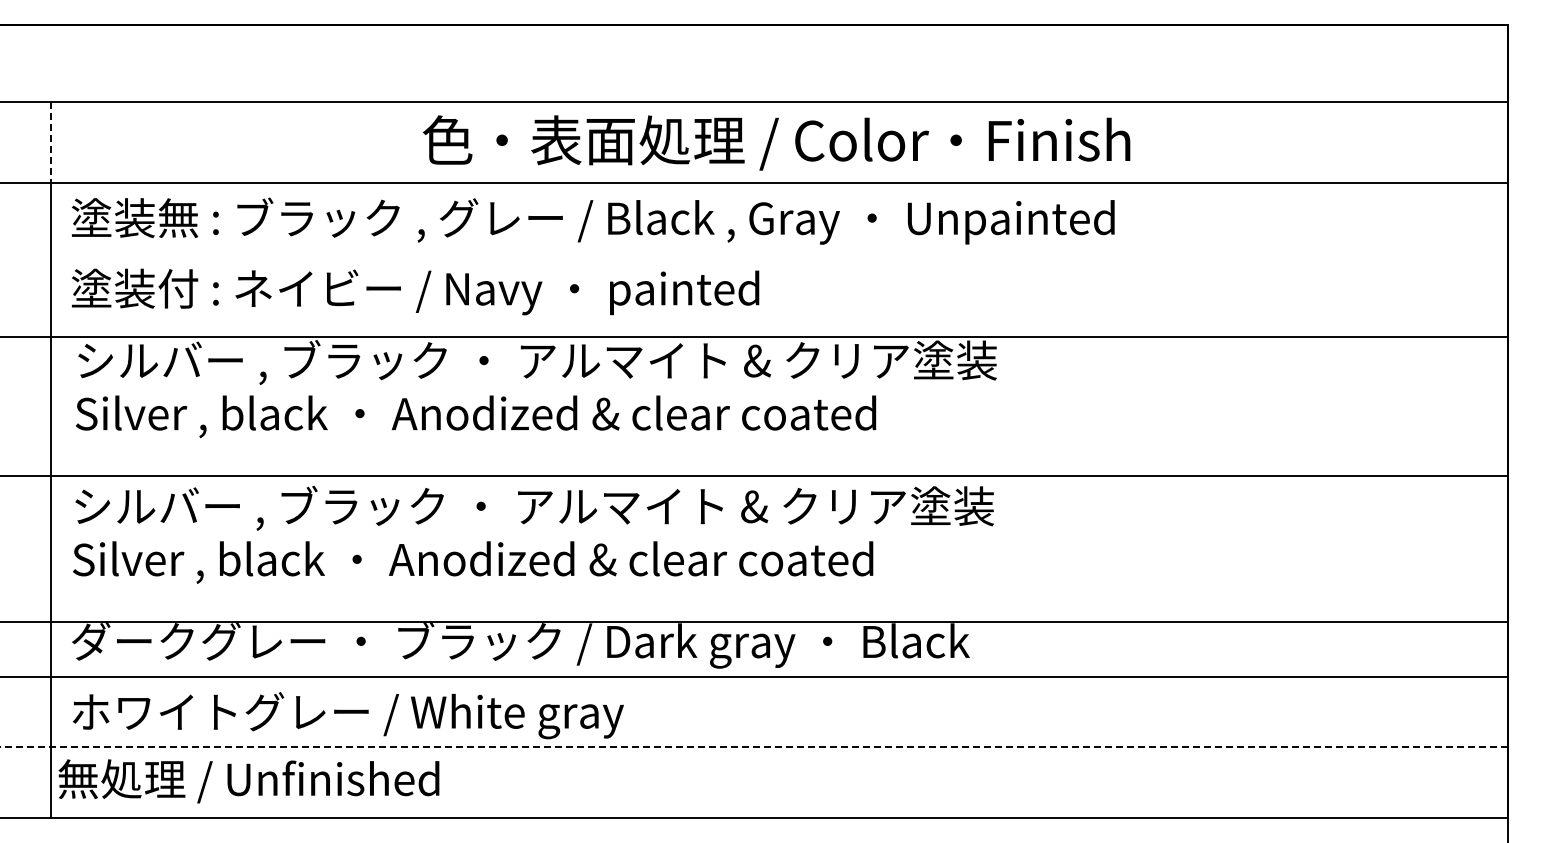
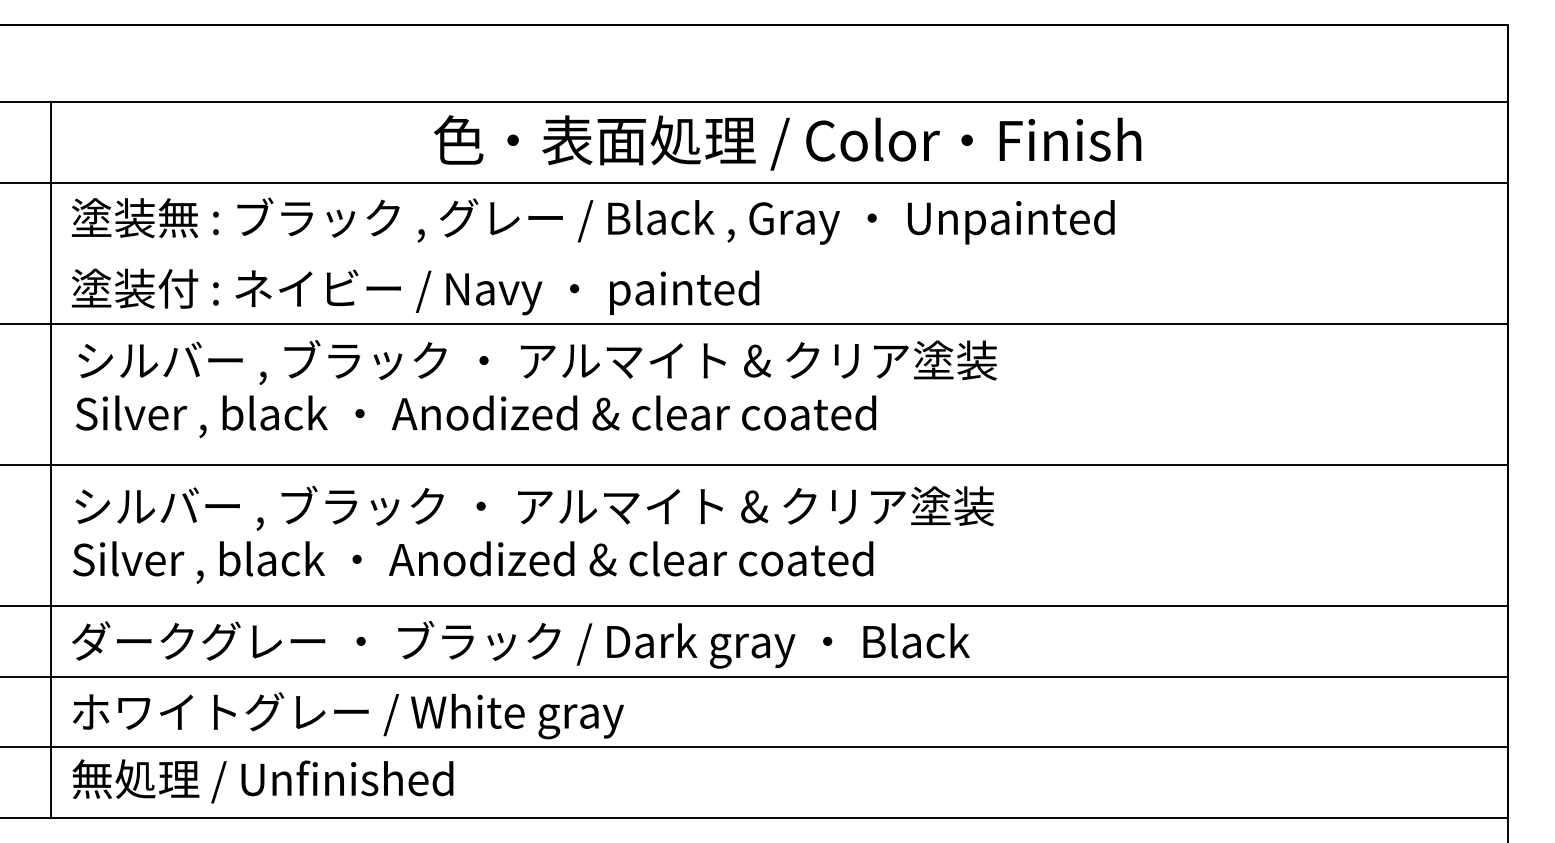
line at (50, 142): dashed -> solid
text at (776, 142) position: (776, 142) -> (787, 142)
line at (755, 336) position: (755, 336) -> (755, 323)
line at (755, 475) position: (755, 475) -> (755, 464)
line at (755, 622) position: (755, 622) -> (755, 606)
line at (754, 747): dashed -> solid
text at (248, 781) position: (248, 781) -> (262, 781)
